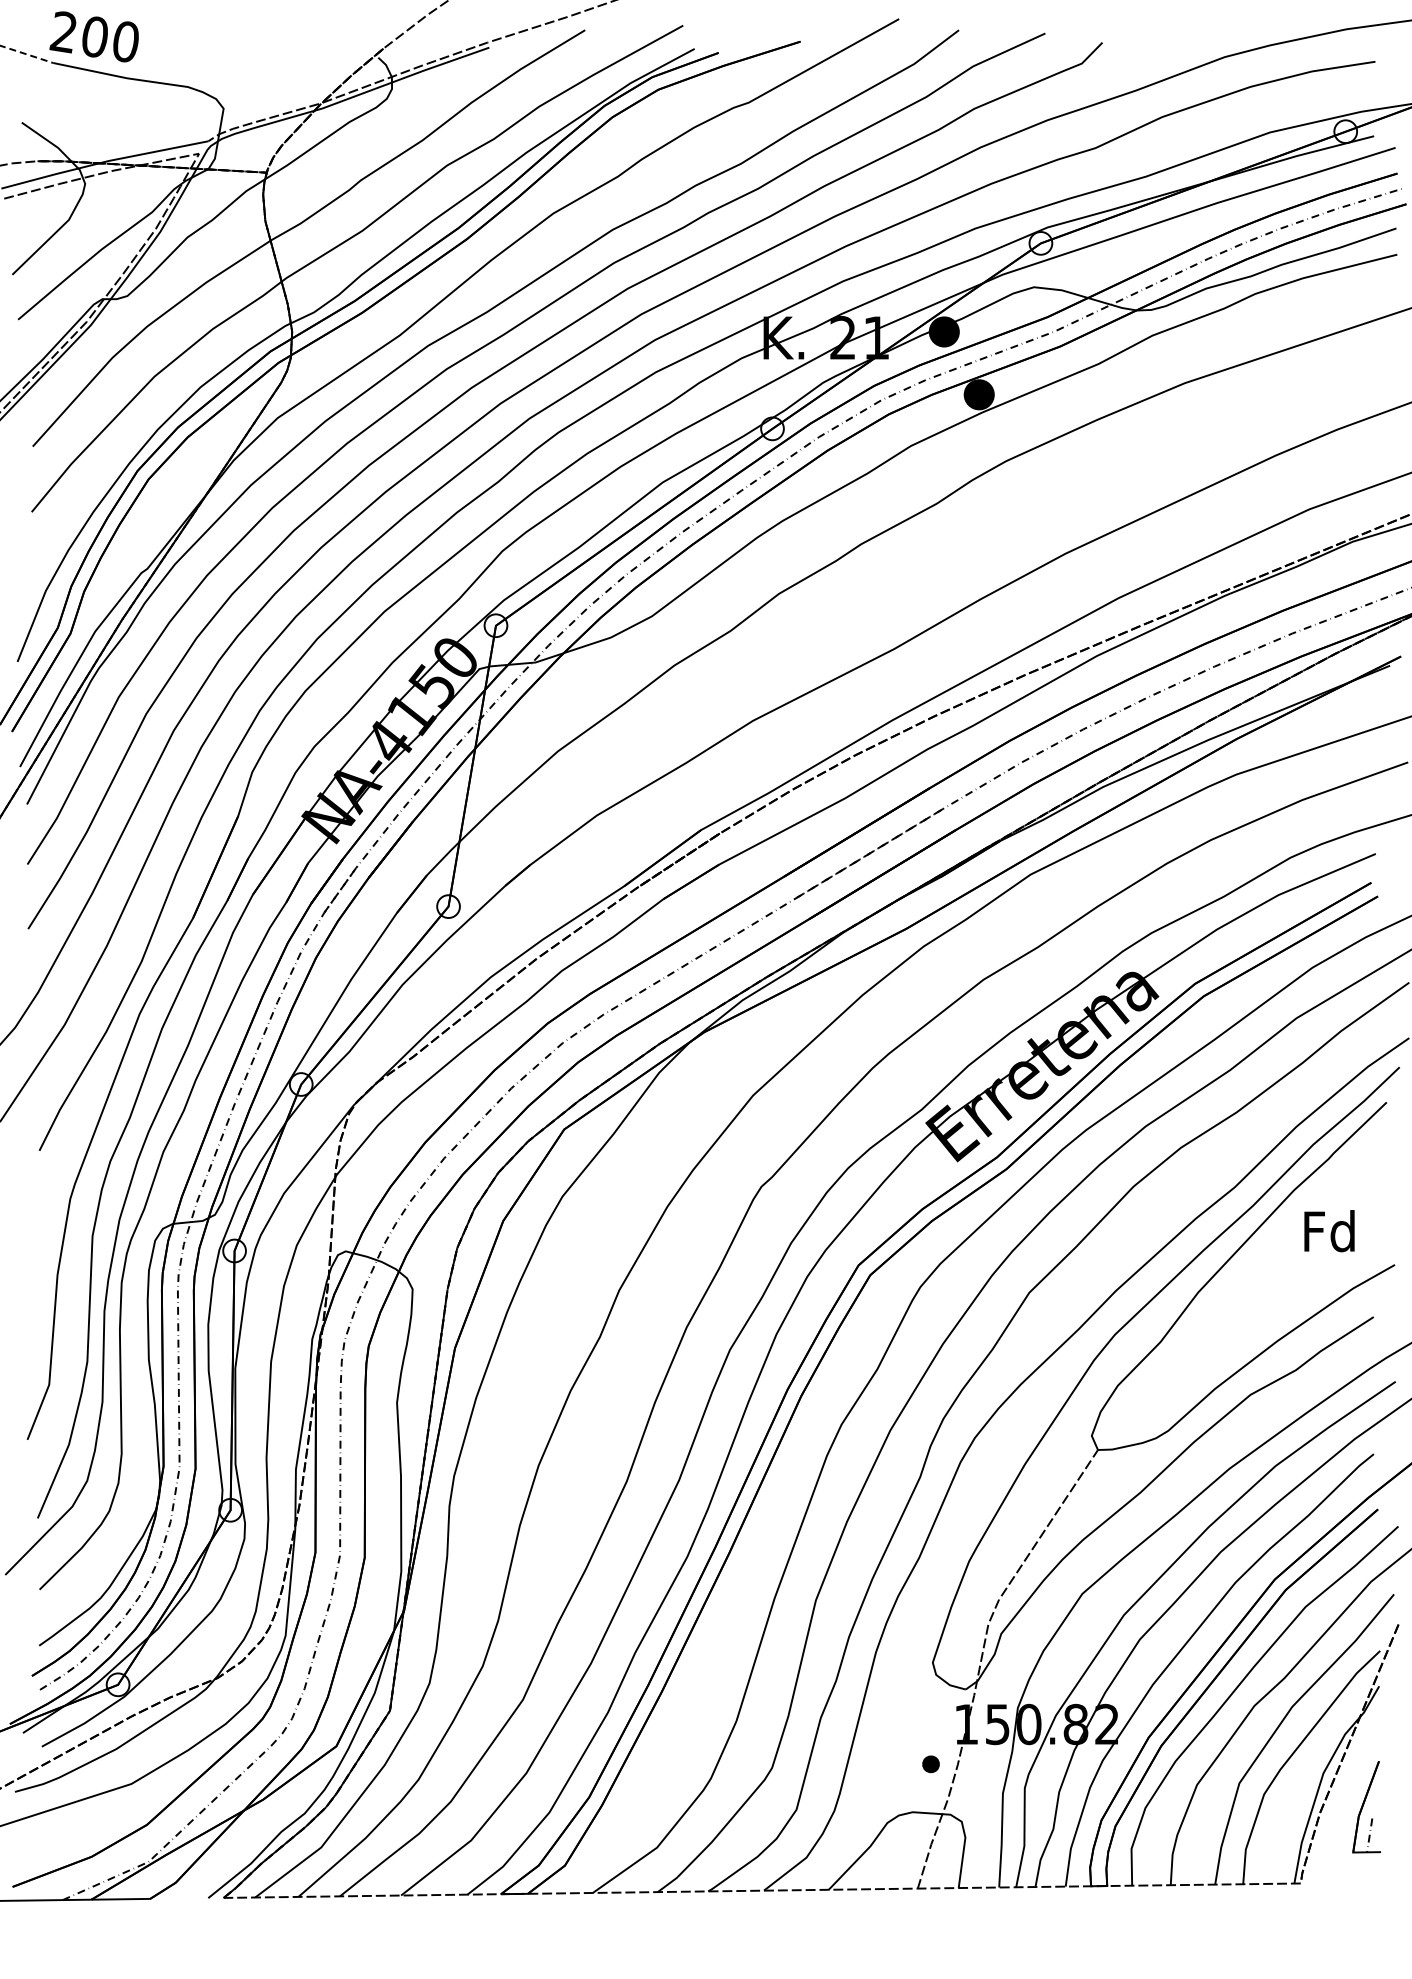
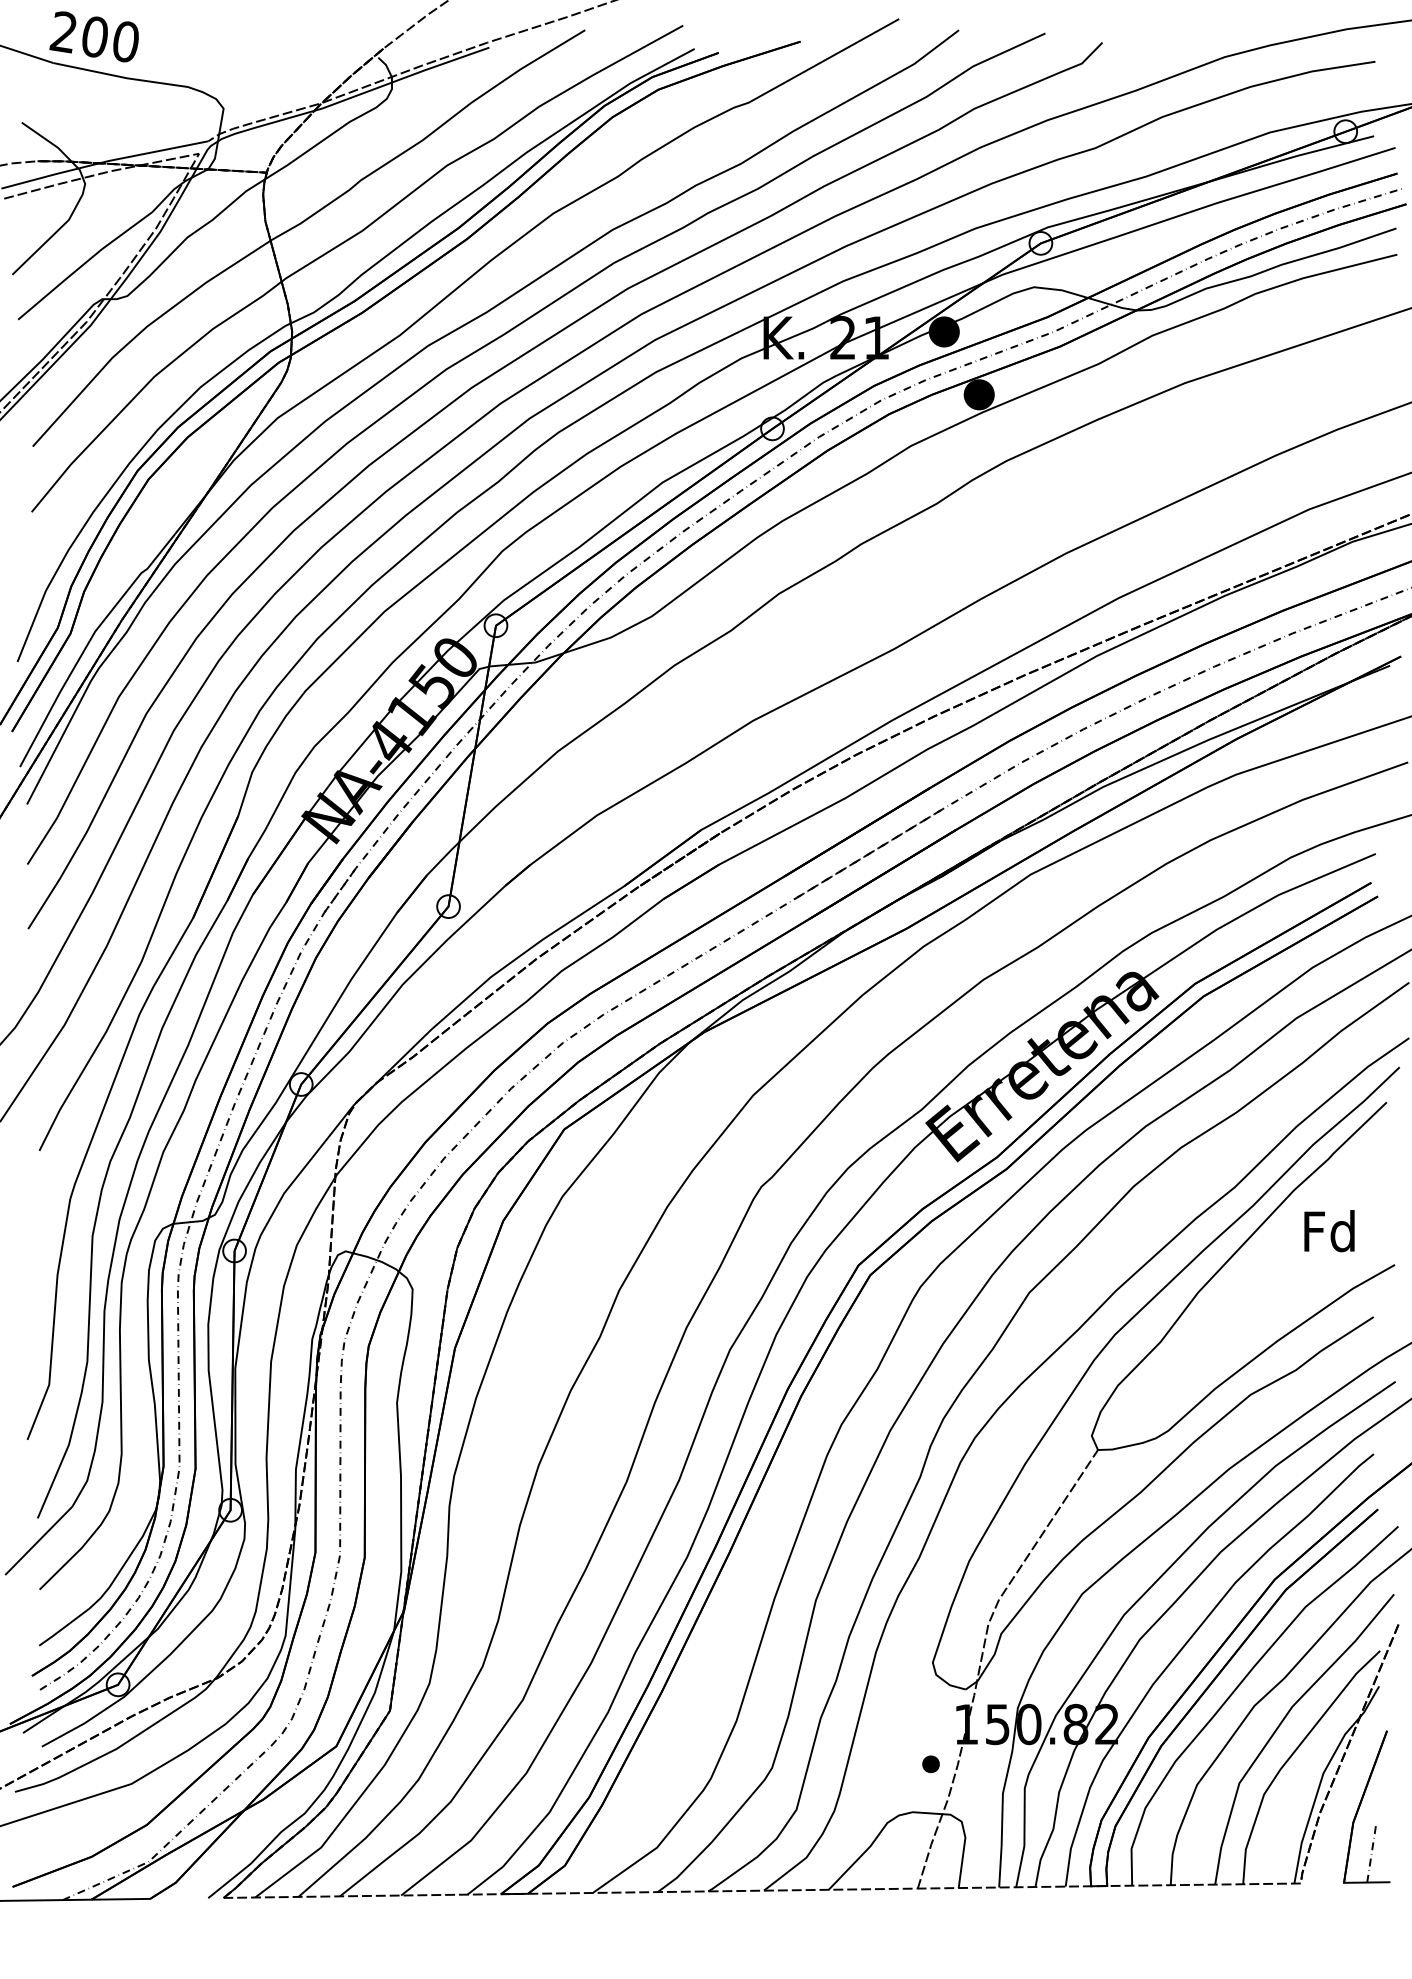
line at (26, 54): dashed -> solid
part at (1366, 1807) size: 29x93 px -> 48x154 px
